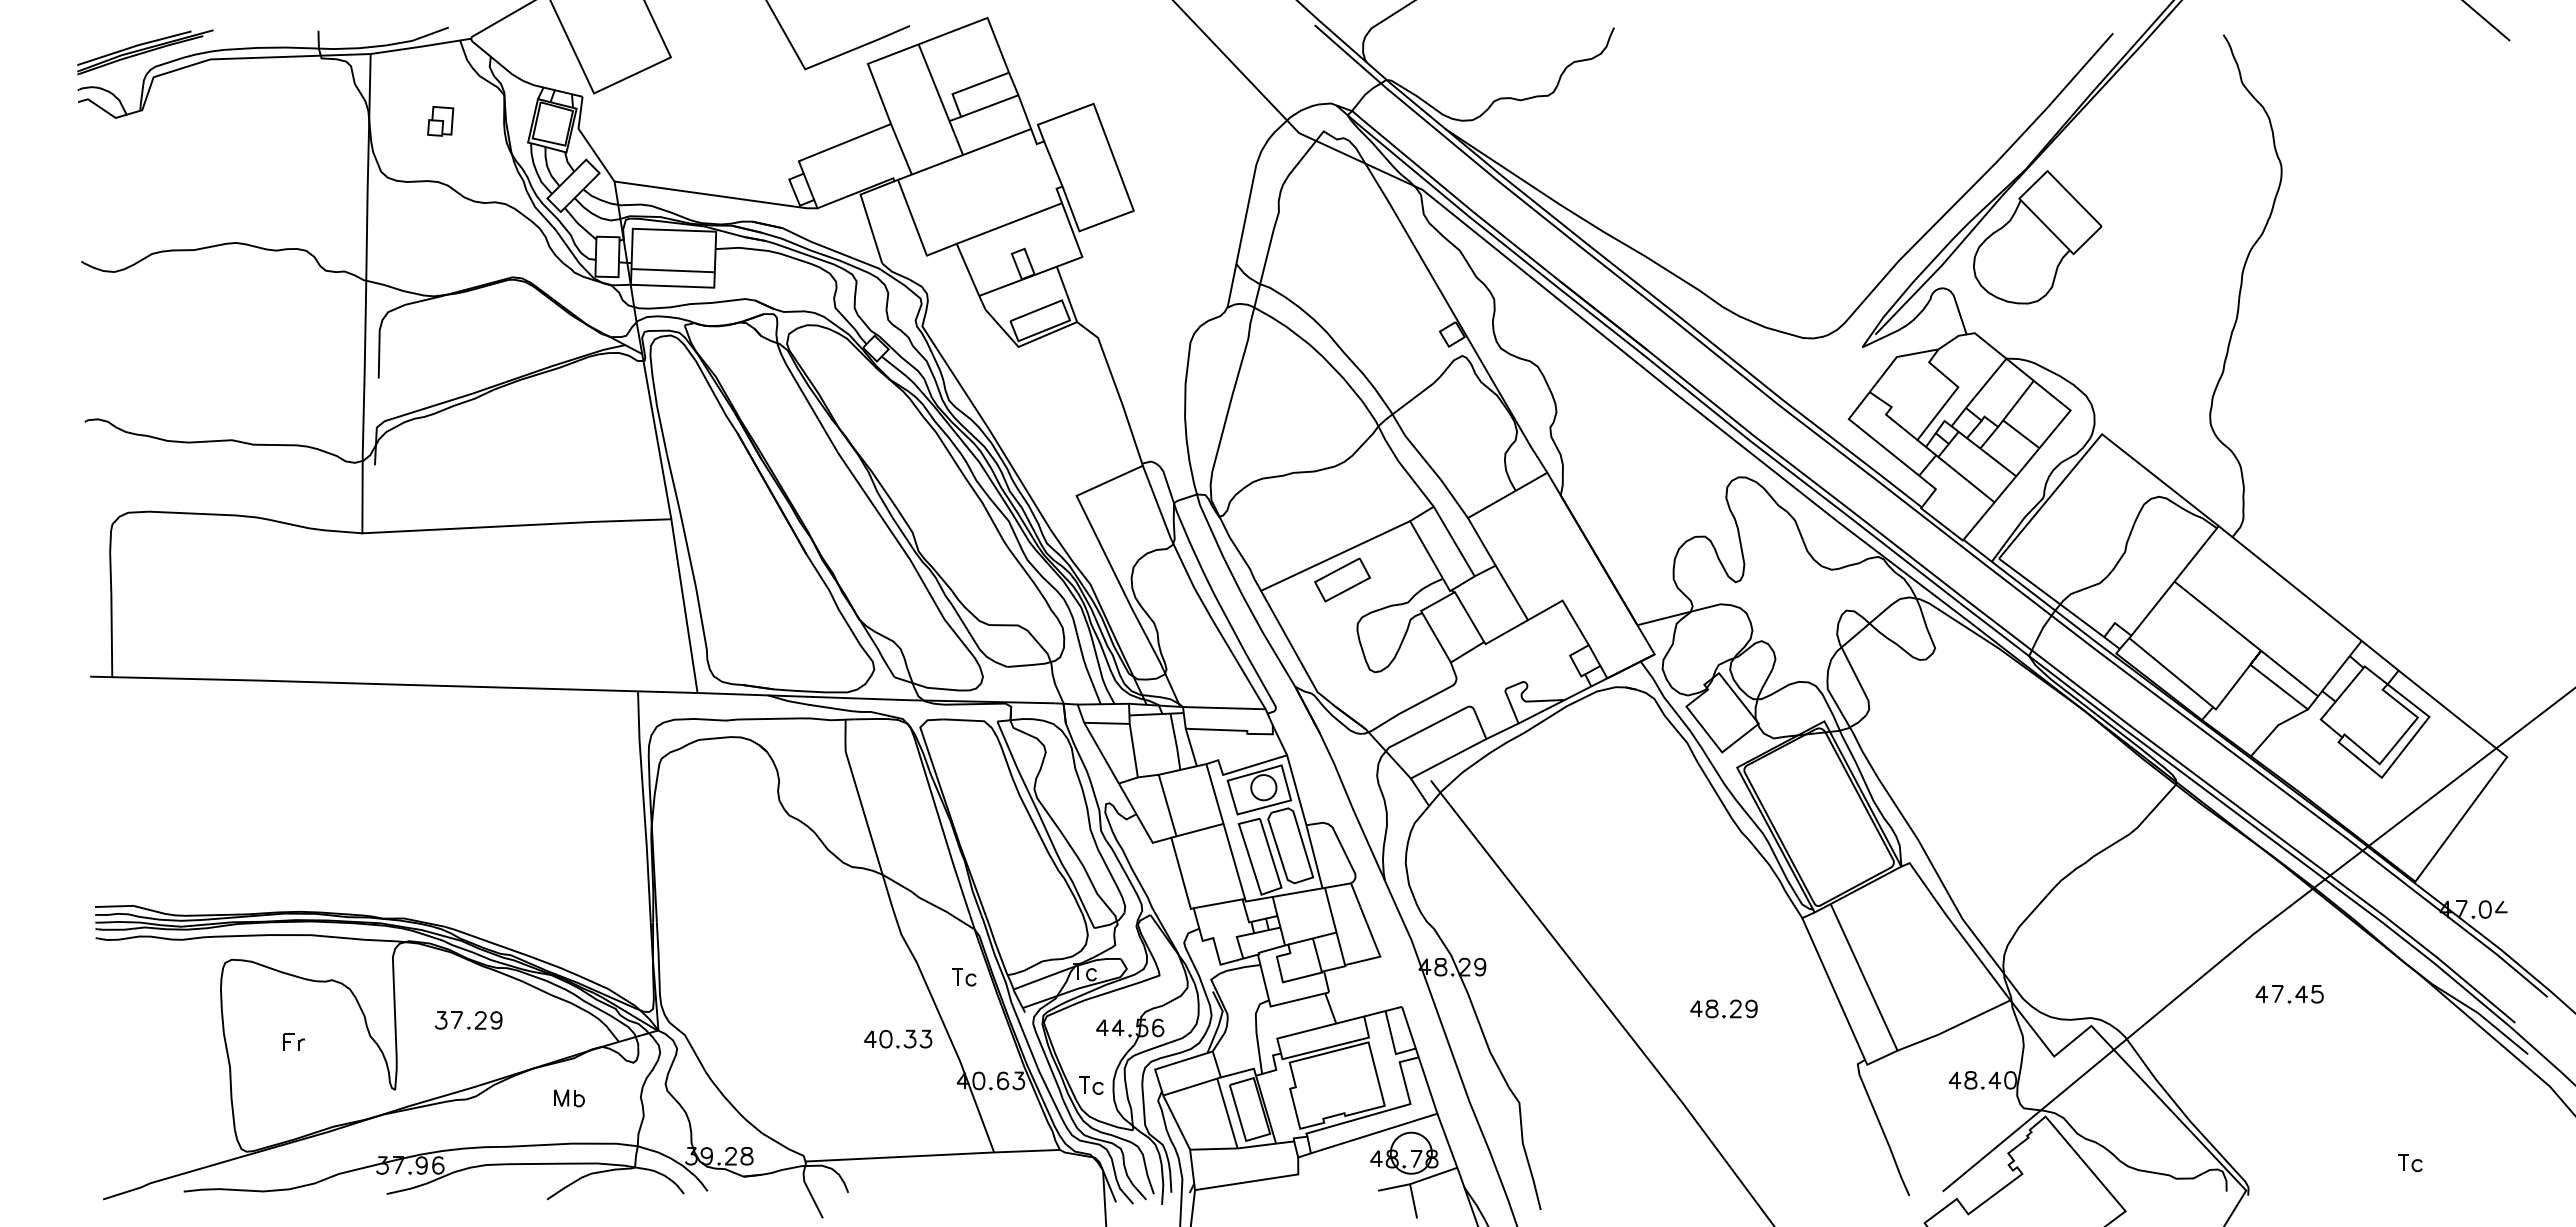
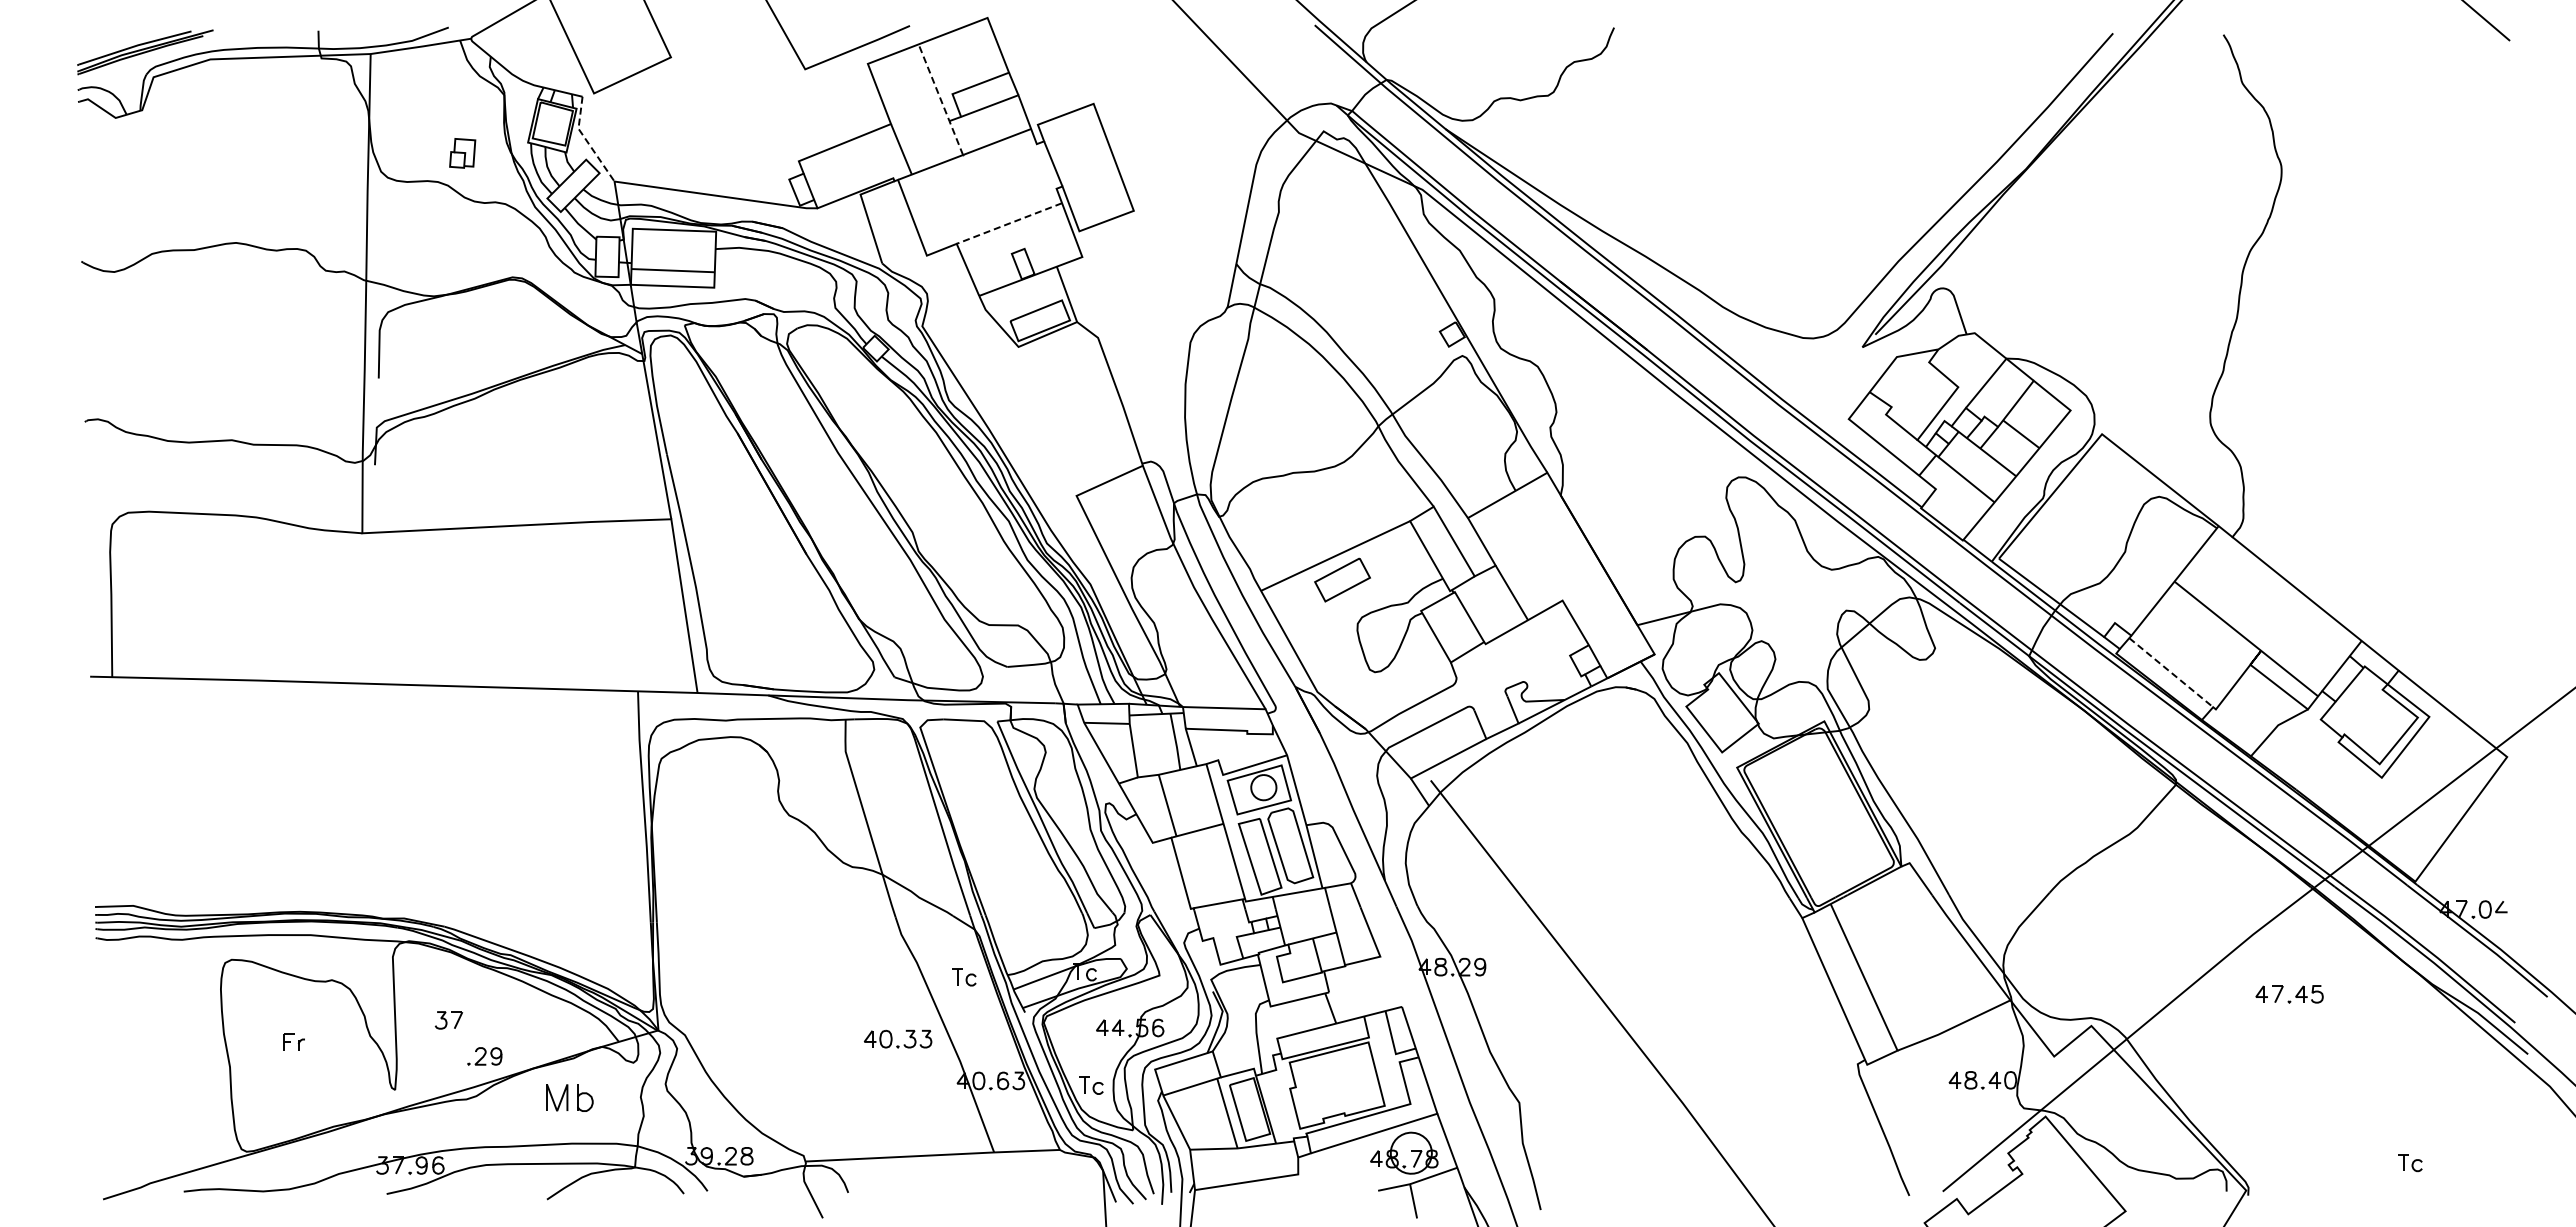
line at (941, 100): solid -> dashed
part at (440, 121) position: (440, 121) -> (462, 153)
line at (586, 141): solid -> dashed
line at (1008, 223): solid -> dashed
part at (2037, 237): present -> none
line at (2171, 673): solid -> dashed
part at (1723, 1008): present -> none
part at (484, 1020) position: (484, 1020) -> (484, 1056)
part at (569, 1098) size: 31x19 px -> 48x28 px
